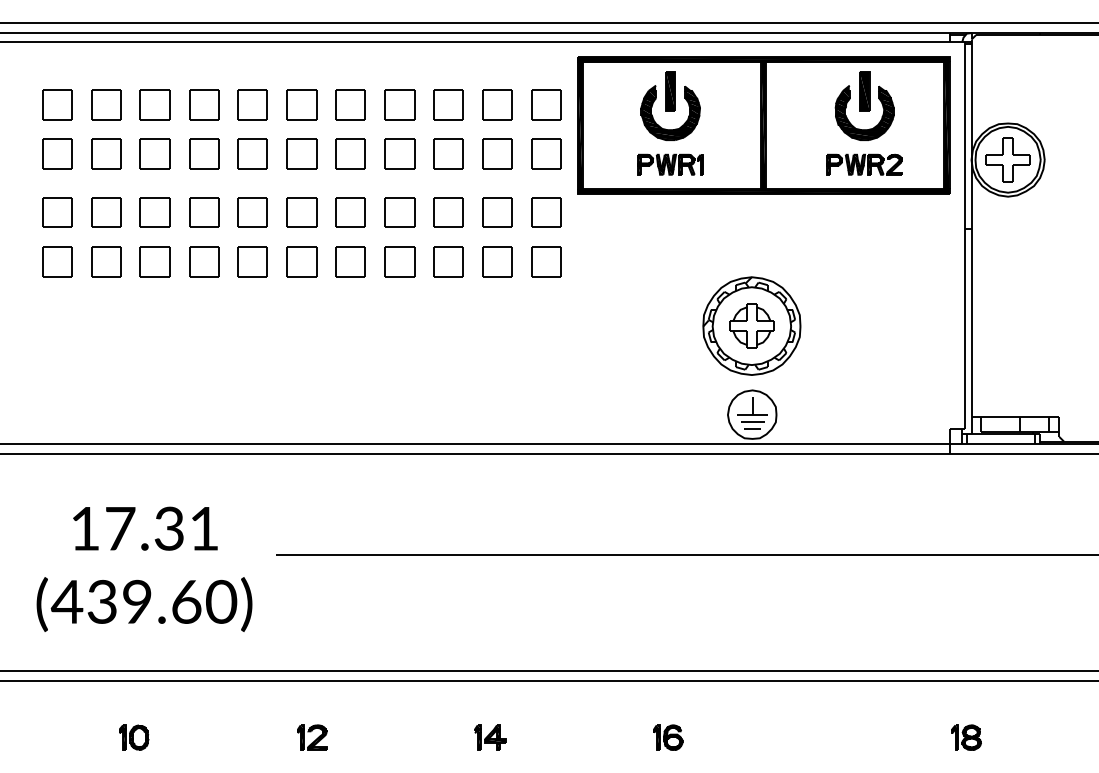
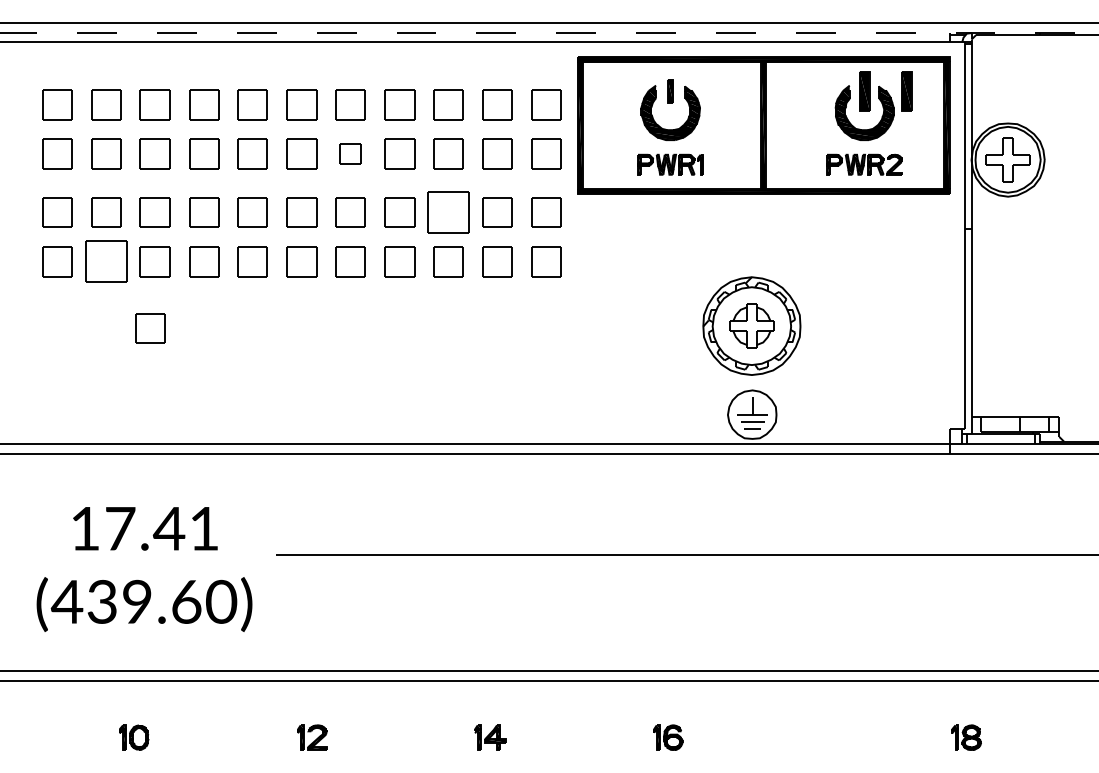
line at (549, 33): solid -> dashed
part at (670, 91) size: 11x41 px -> 7x25 px
part at (906, 91): none -> present
part at (350, 153) size: 31x32 px -> 23x22 px
part at (448, 212) size: 31x31 px -> 43x43 px
part at (106, 261) size: 31x32 px -> 43x43 px
part at (150, 328): none -> present
text at (168, 528): 17.31^C -> 17.41^C
